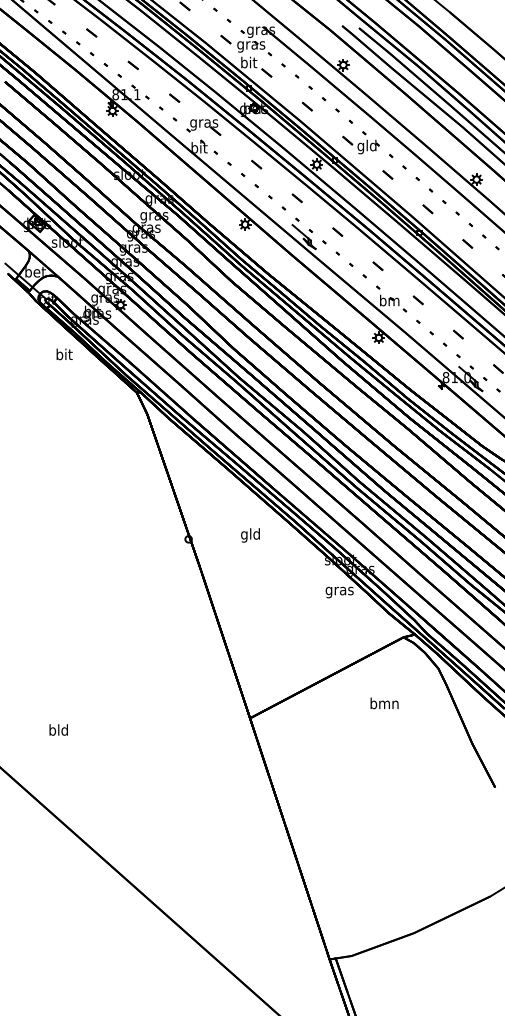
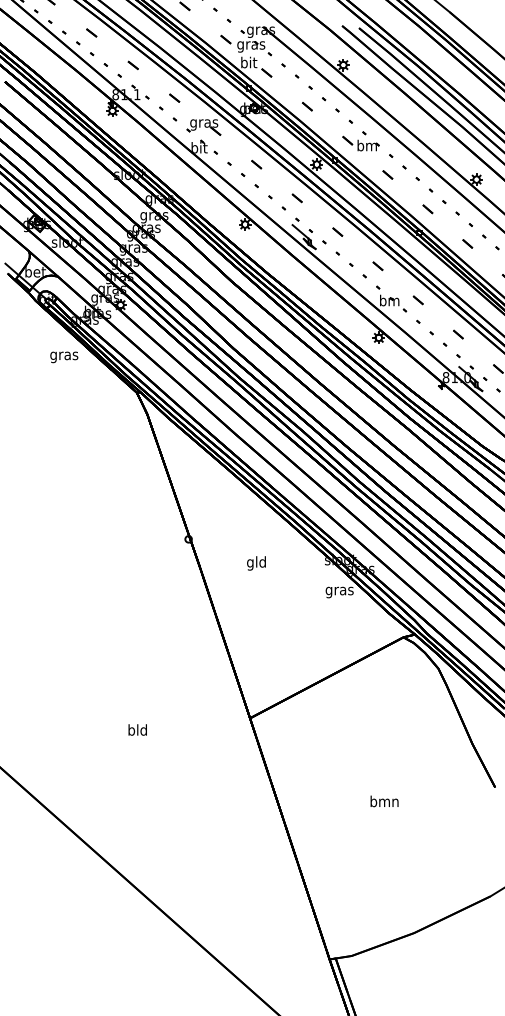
text at (366, 146): gld -> bm
text at (64, 355): bit -> gras
text at (250, 535) position: (250, 535) -> (256, 563)
text at (384, 703) position: (384, 703) -> (384, 801)
text at (58, 729) position: (58, 729) -> (137, 729)
